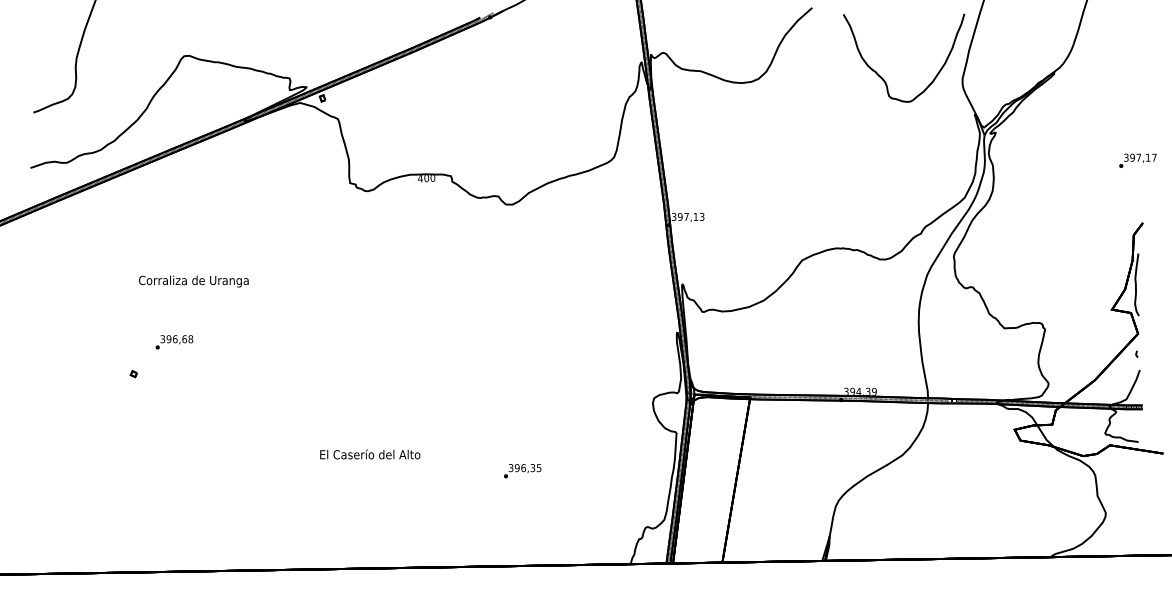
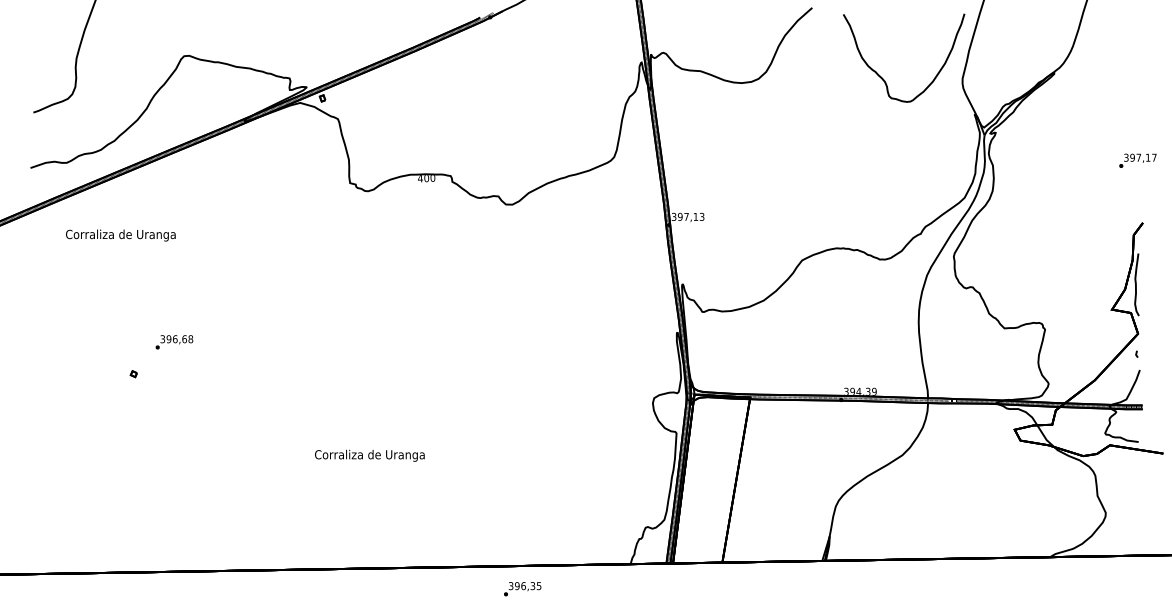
text at (193, 281) position: (193, 281) -> (120, 235)
text at (369, 455): El Caserío del Alto -> Corraliza de Uranga
text at (522, 471) position: (522, 471) -> (522, 589)
